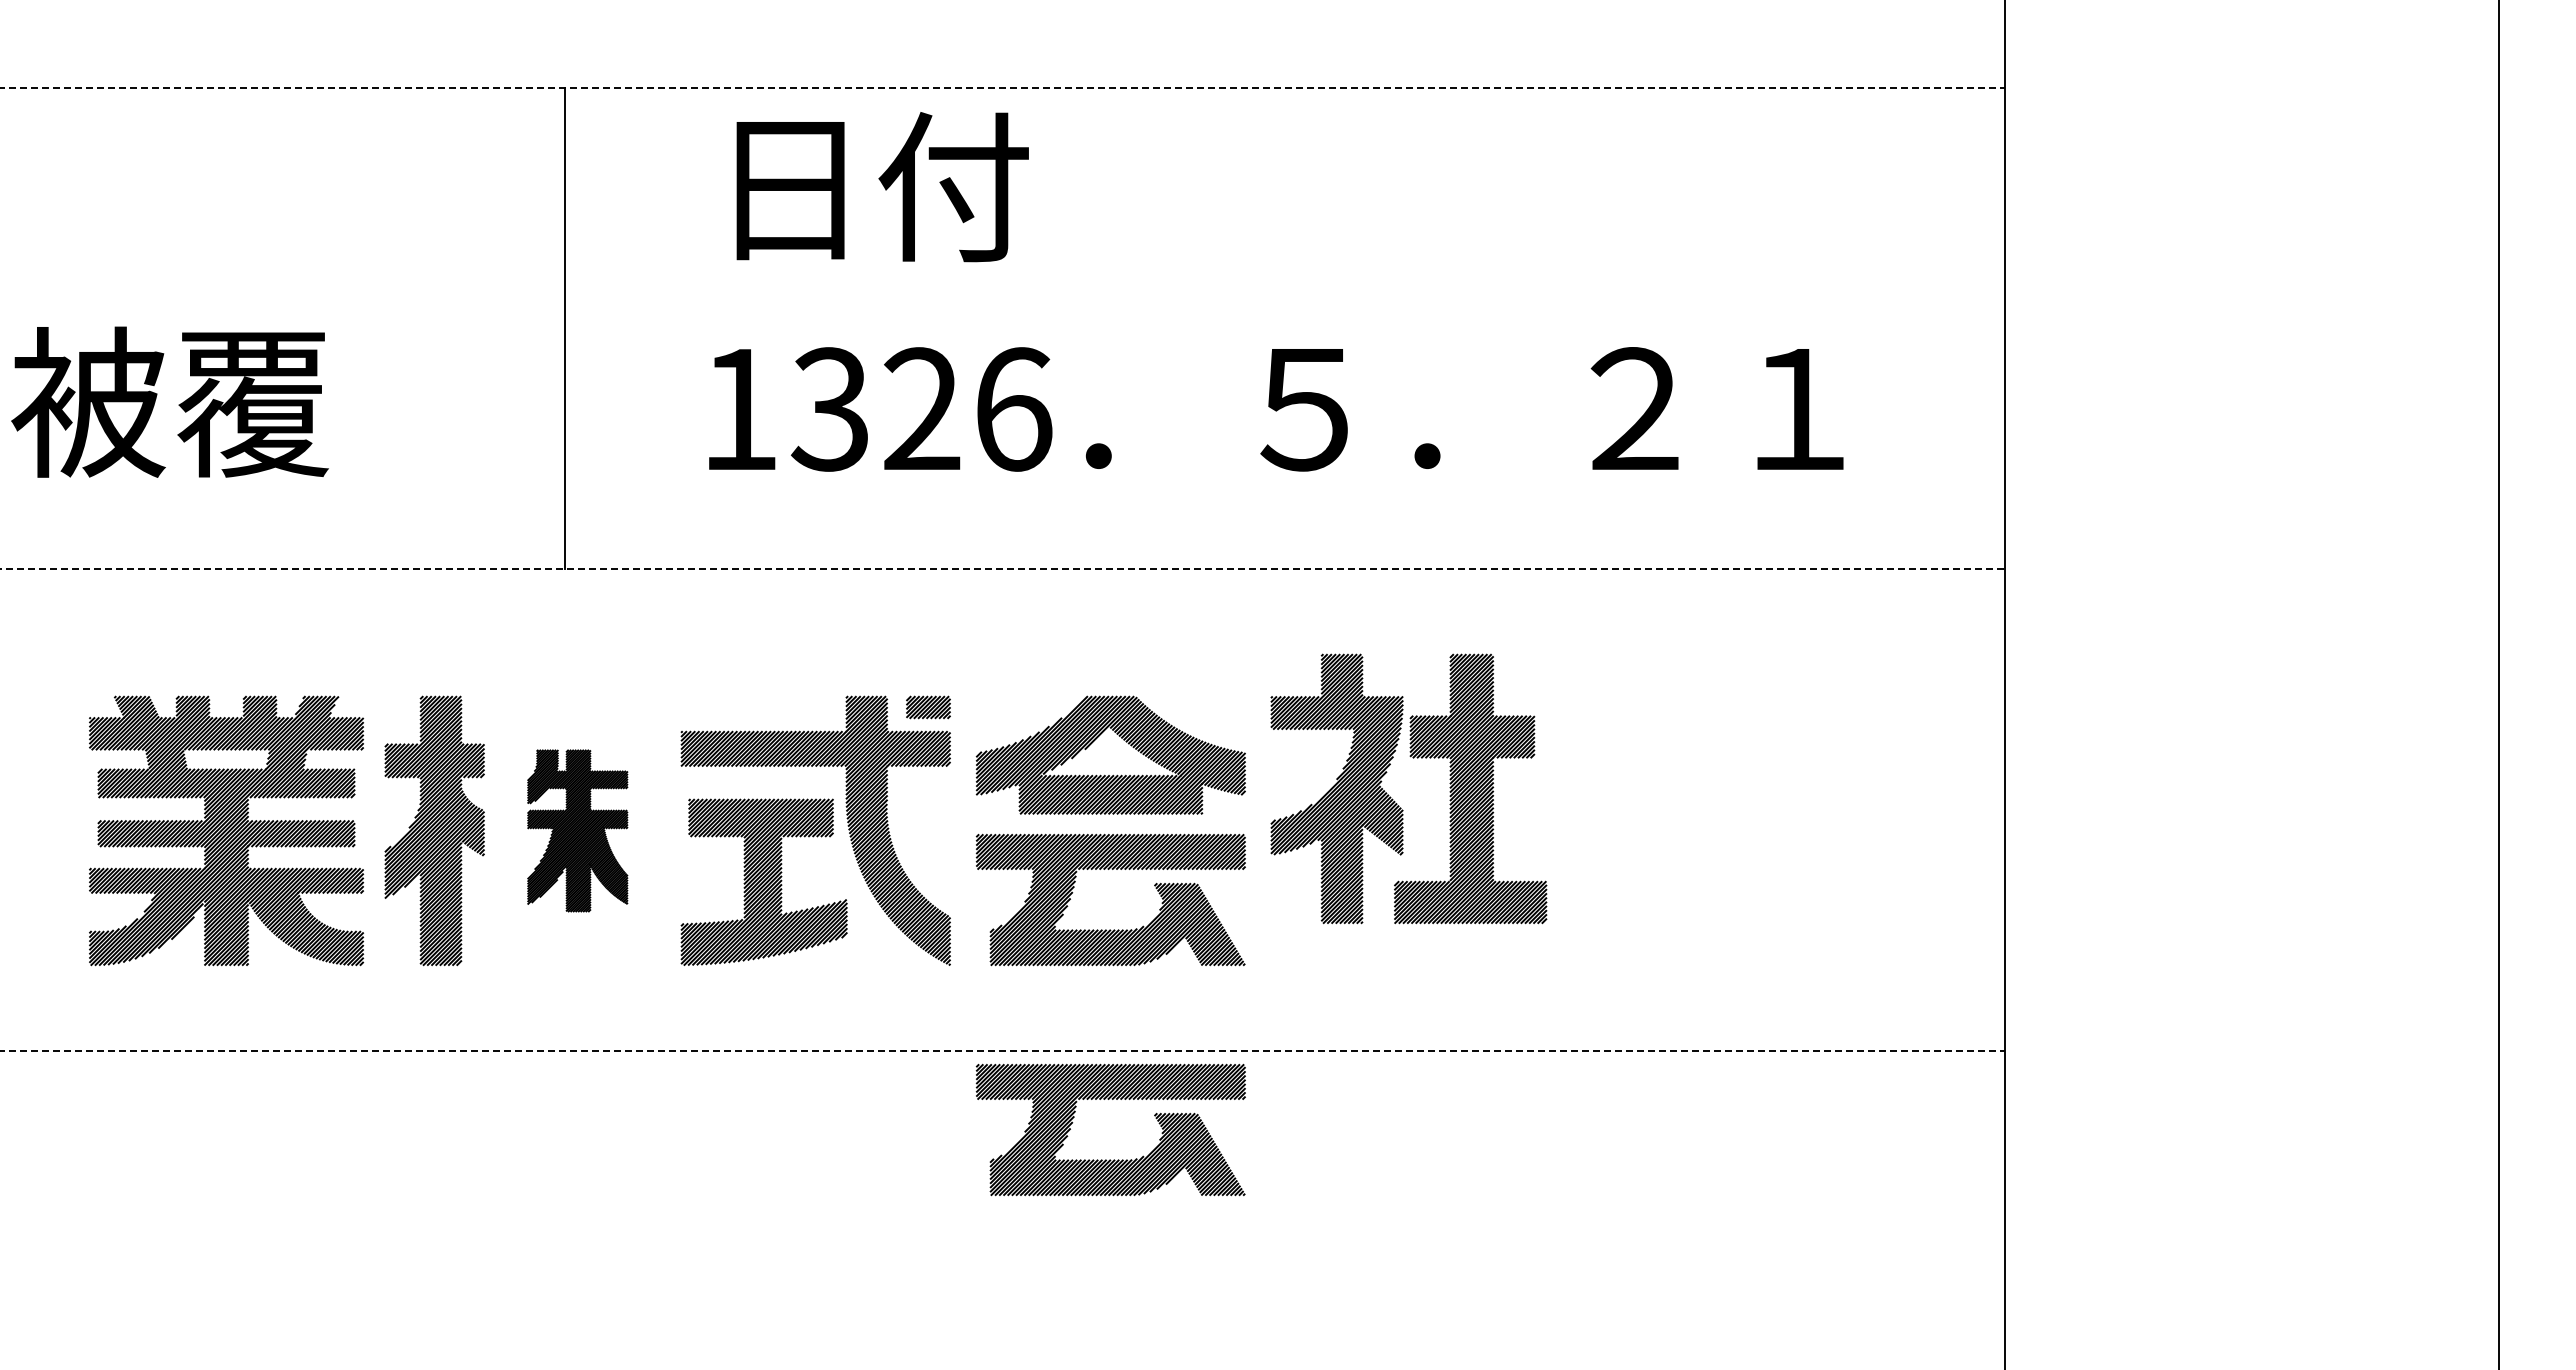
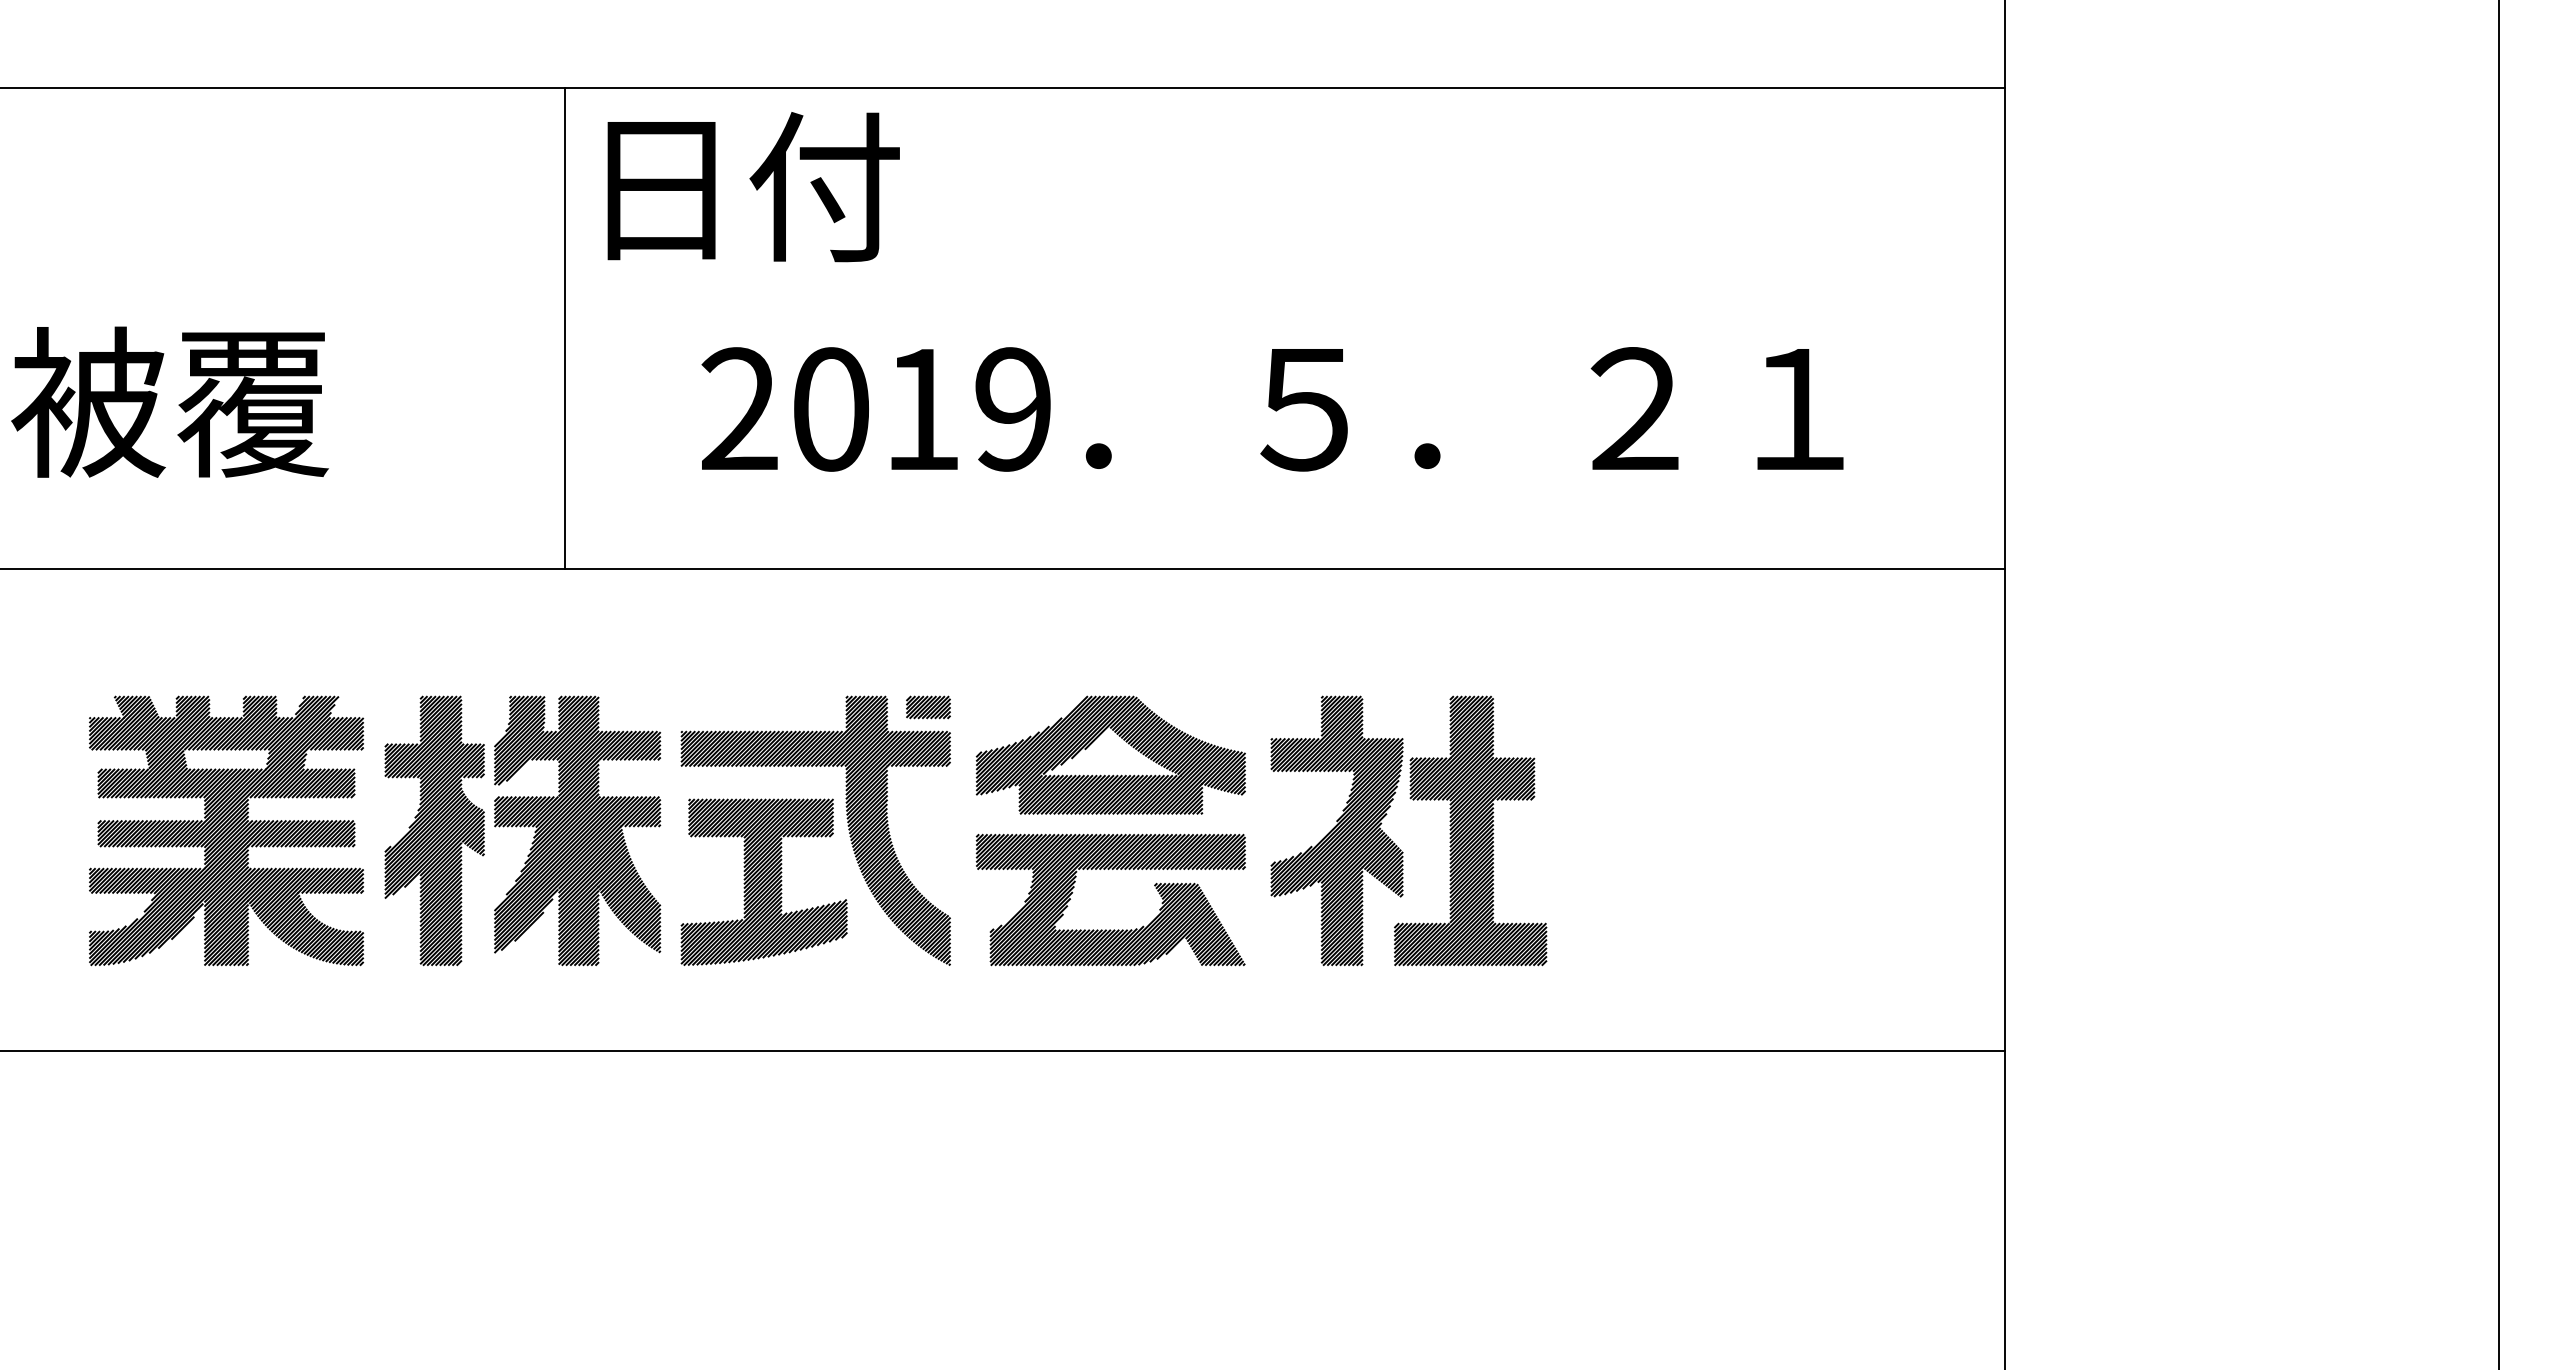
line at (1002, 87): dashed -> solid
text at (882, 187) position: (882, 187) -> (753, 187)
text at (876, 409): 1326 -> 2019
line at (1002, 569): dashed -> solid
part at (1395, 801) position: (1395, 801) -> (1395, 843)
part at (577, 830) size: 102x164 px -> 168x272 px
line at (1002, 1051): dashed -> solid
part at (1110, 1159): present -> none
